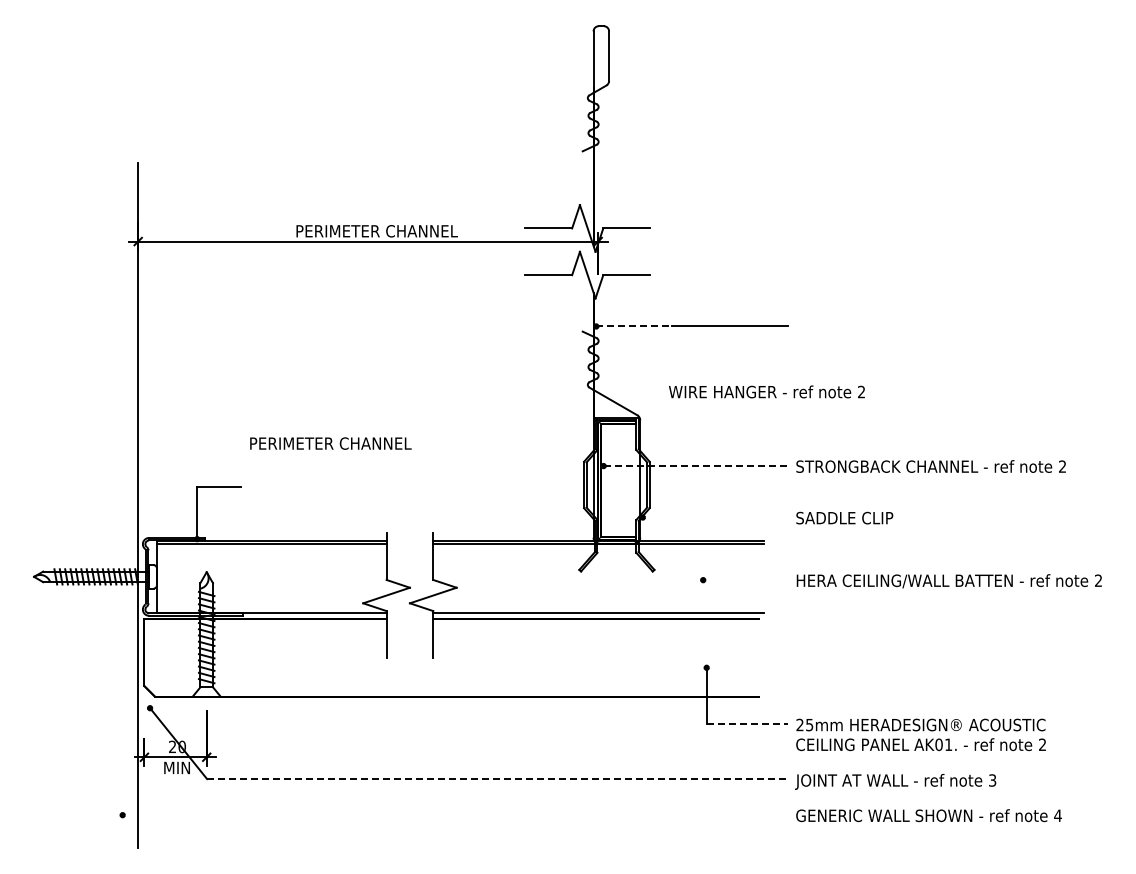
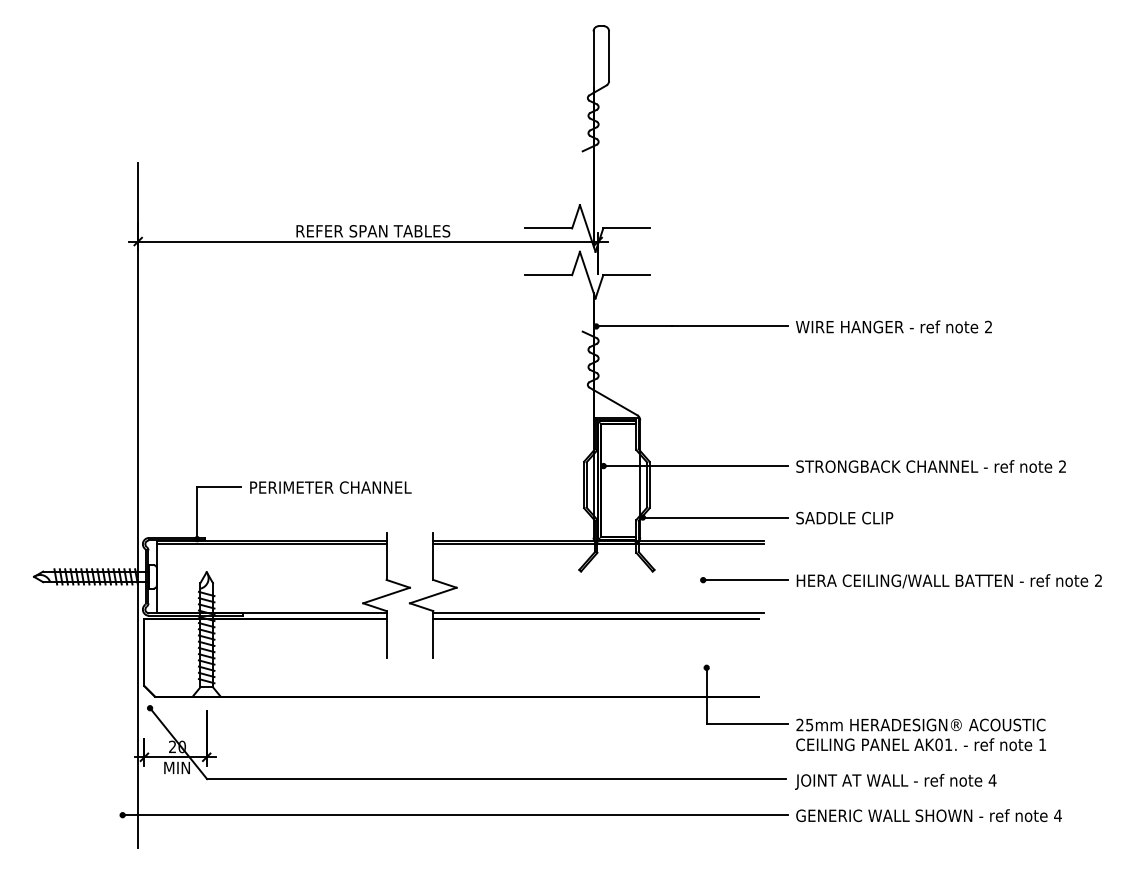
text at (377, 231): PERIMETER CHANNEL -> REFER SPAN TABLES
line at (634, 326): dashed -> solid
text at (766, 391) position: (766, 391) -> (893, 326)
text at (330, 443) position: (330, 443) -> (330, 487)
line at (695, 466): dashed -> solid
line at (714, 517): none -> present
line at (745, 580): none -> present
line at (747, 724): dashed -> solid
text at (1042, 744): 2 -> 1
line at (496, 779): dashed -> solid
text at (992, 780): 3 -> 4
line at (454, 815): none -> present
